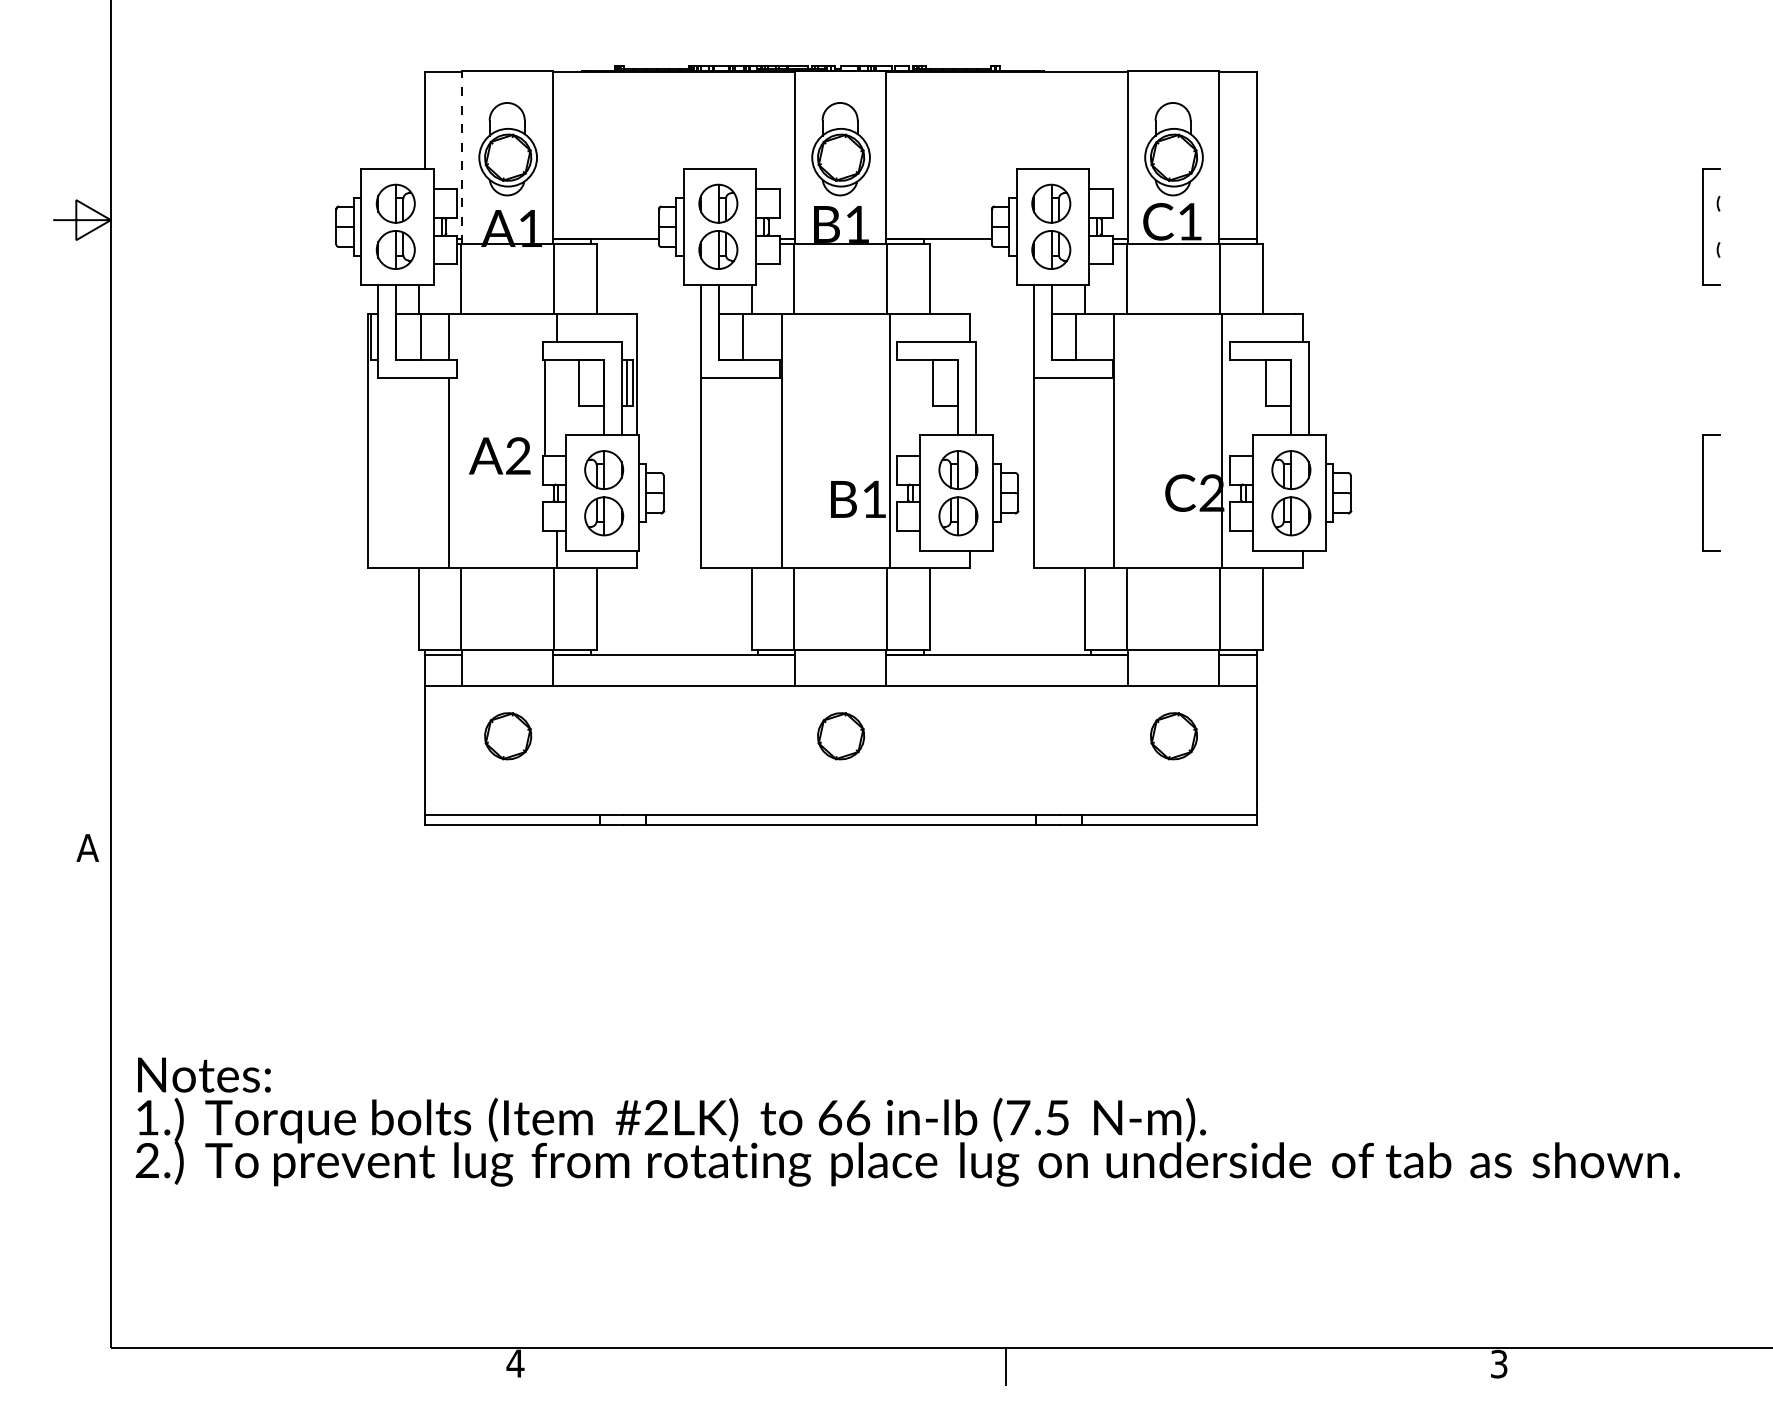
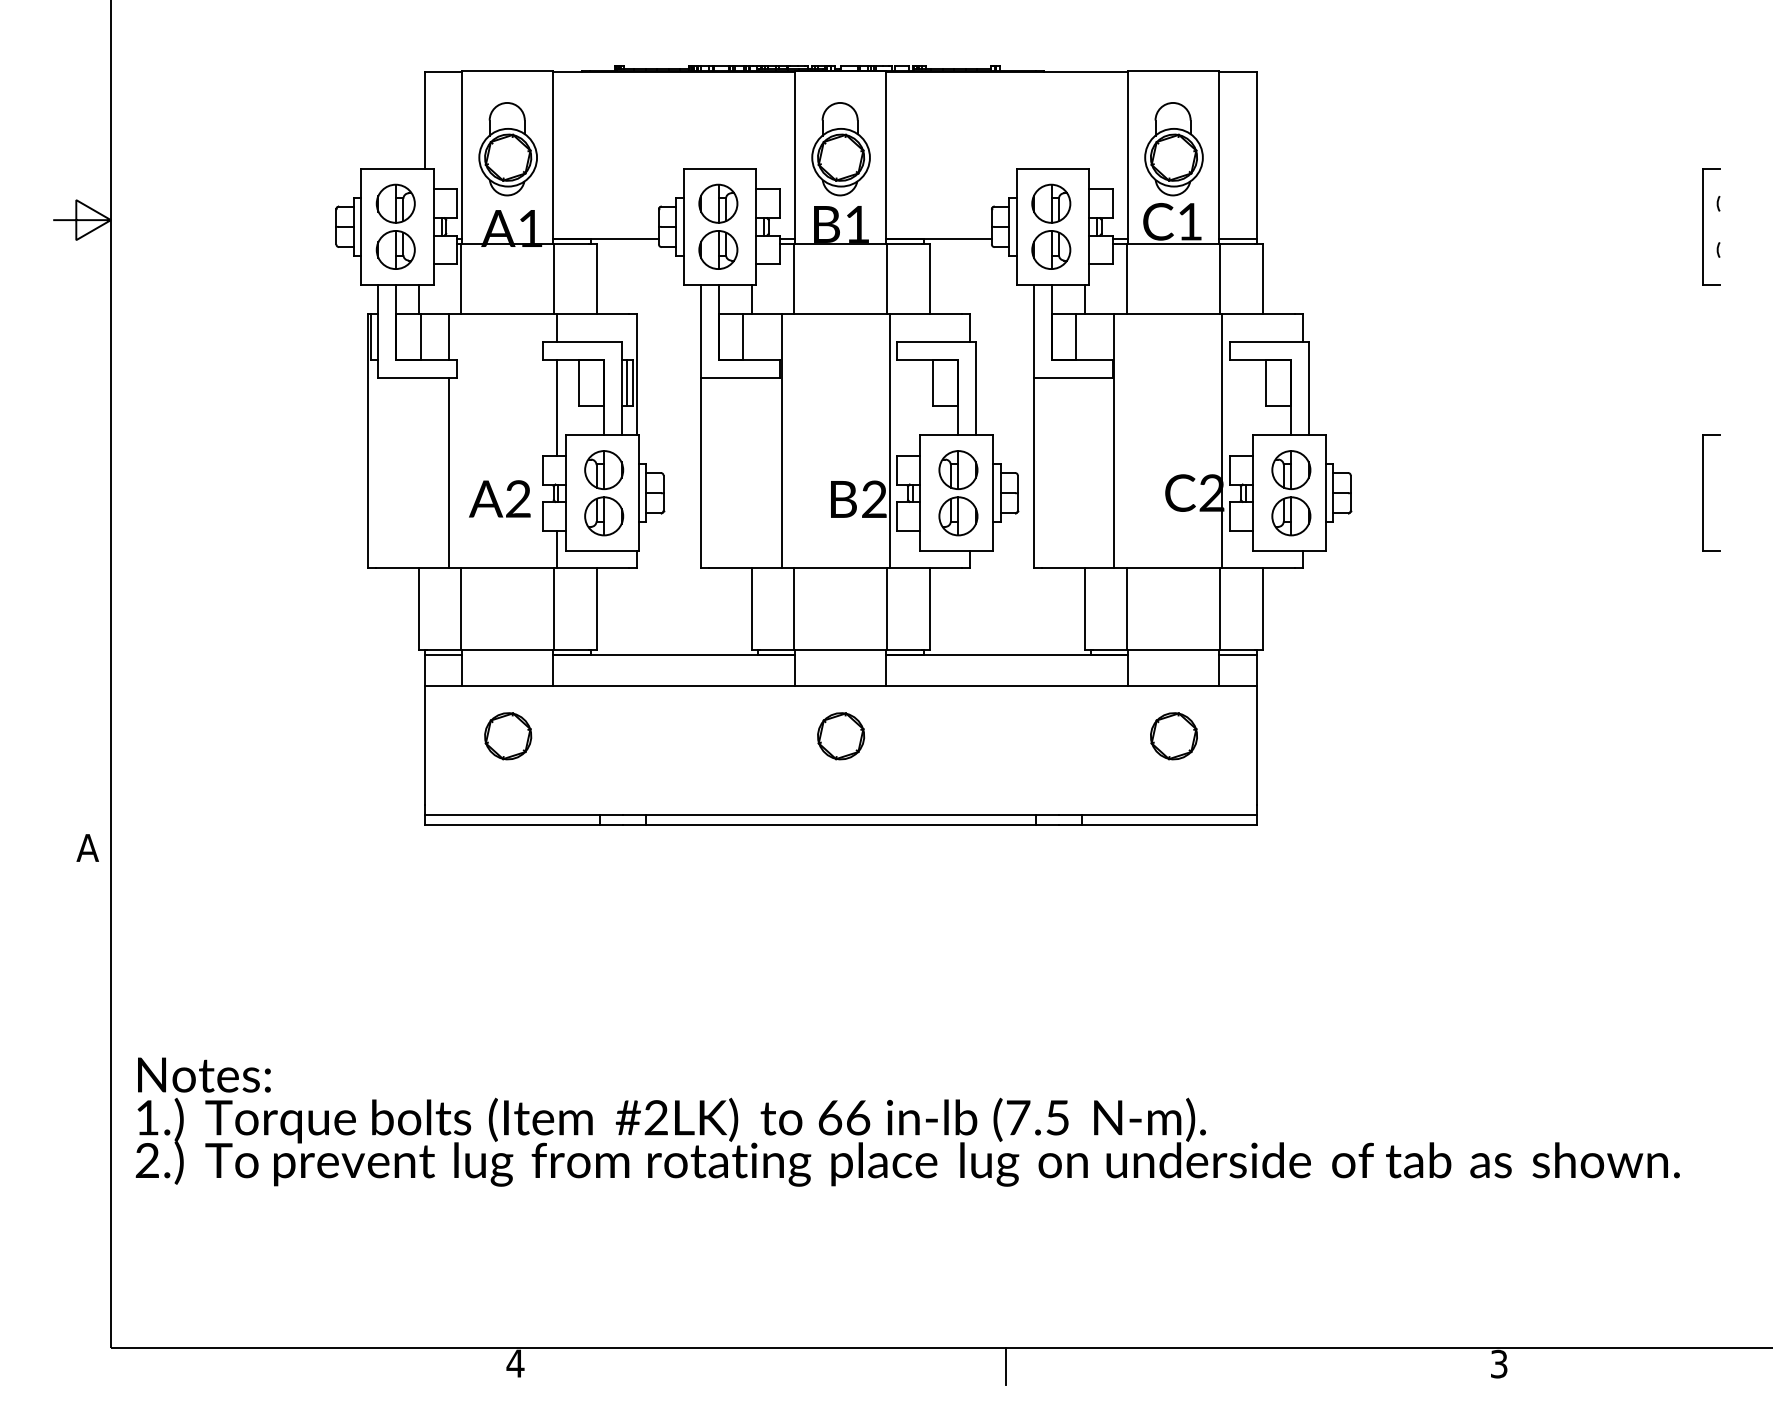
line at (461, 157): dashed -> solid
line at (544, 407) position: (544, 407) -> (556, 407)
text at (499, 455) position: (499, 455) -> (499, 498)
text at (874, 498): B1 -> B2
